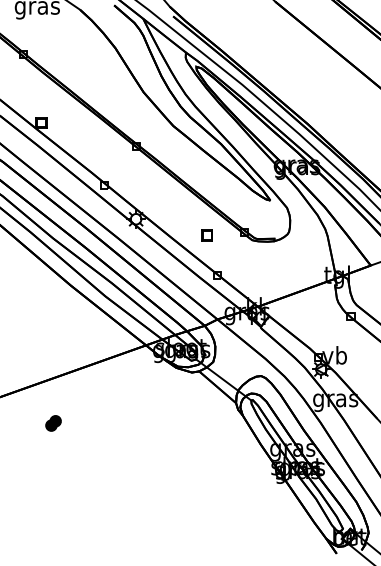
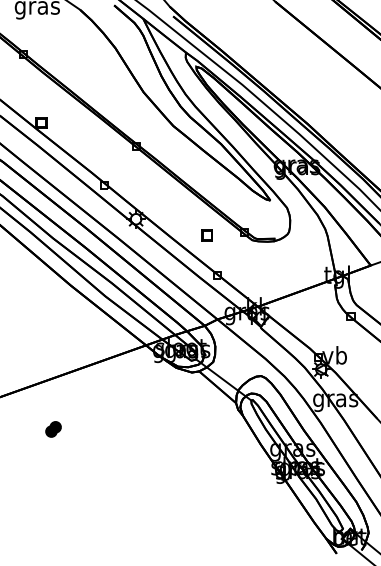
part at (53, 423) position: (53, 423) -> (53, 429)
